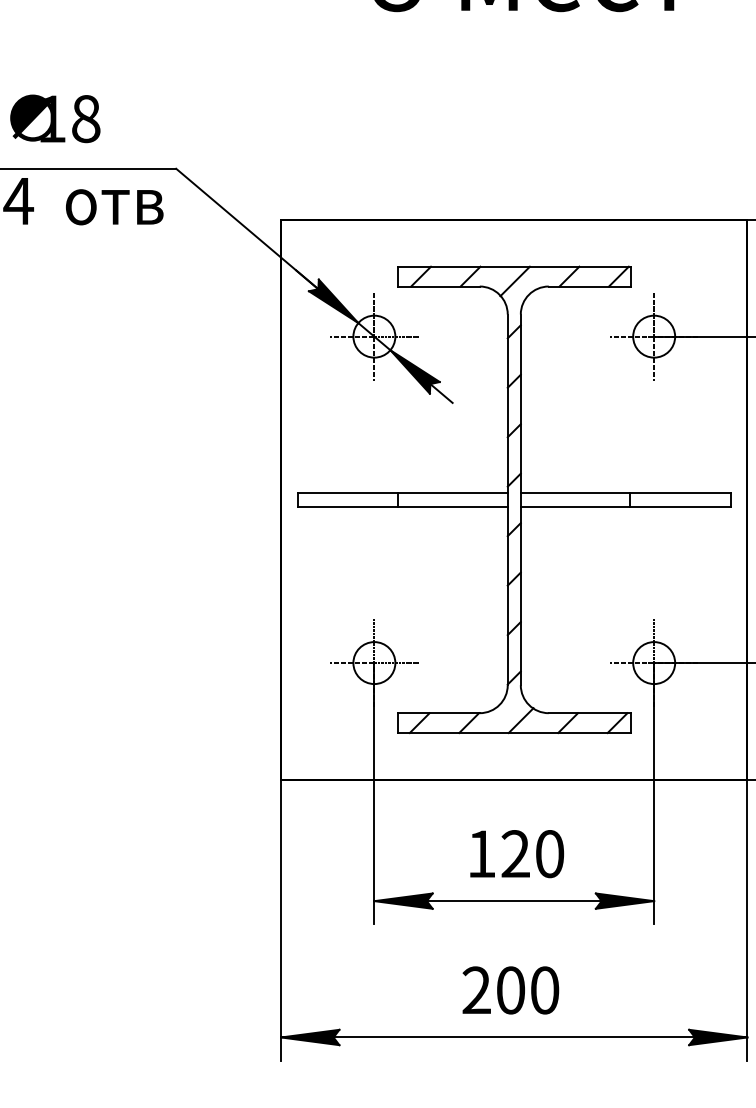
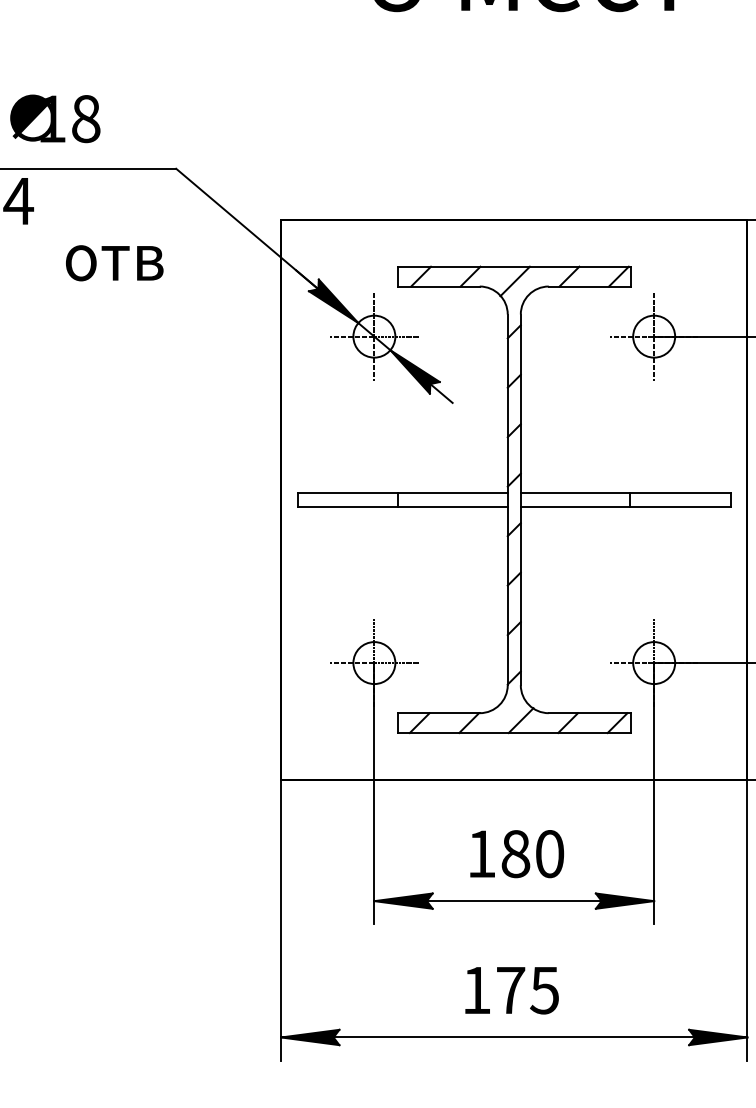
text at (114, 207) position: (114, 207) -> (114, 263)
text at (515, 854): 120 -> 180
text at (510, 990): 200 -> 175
